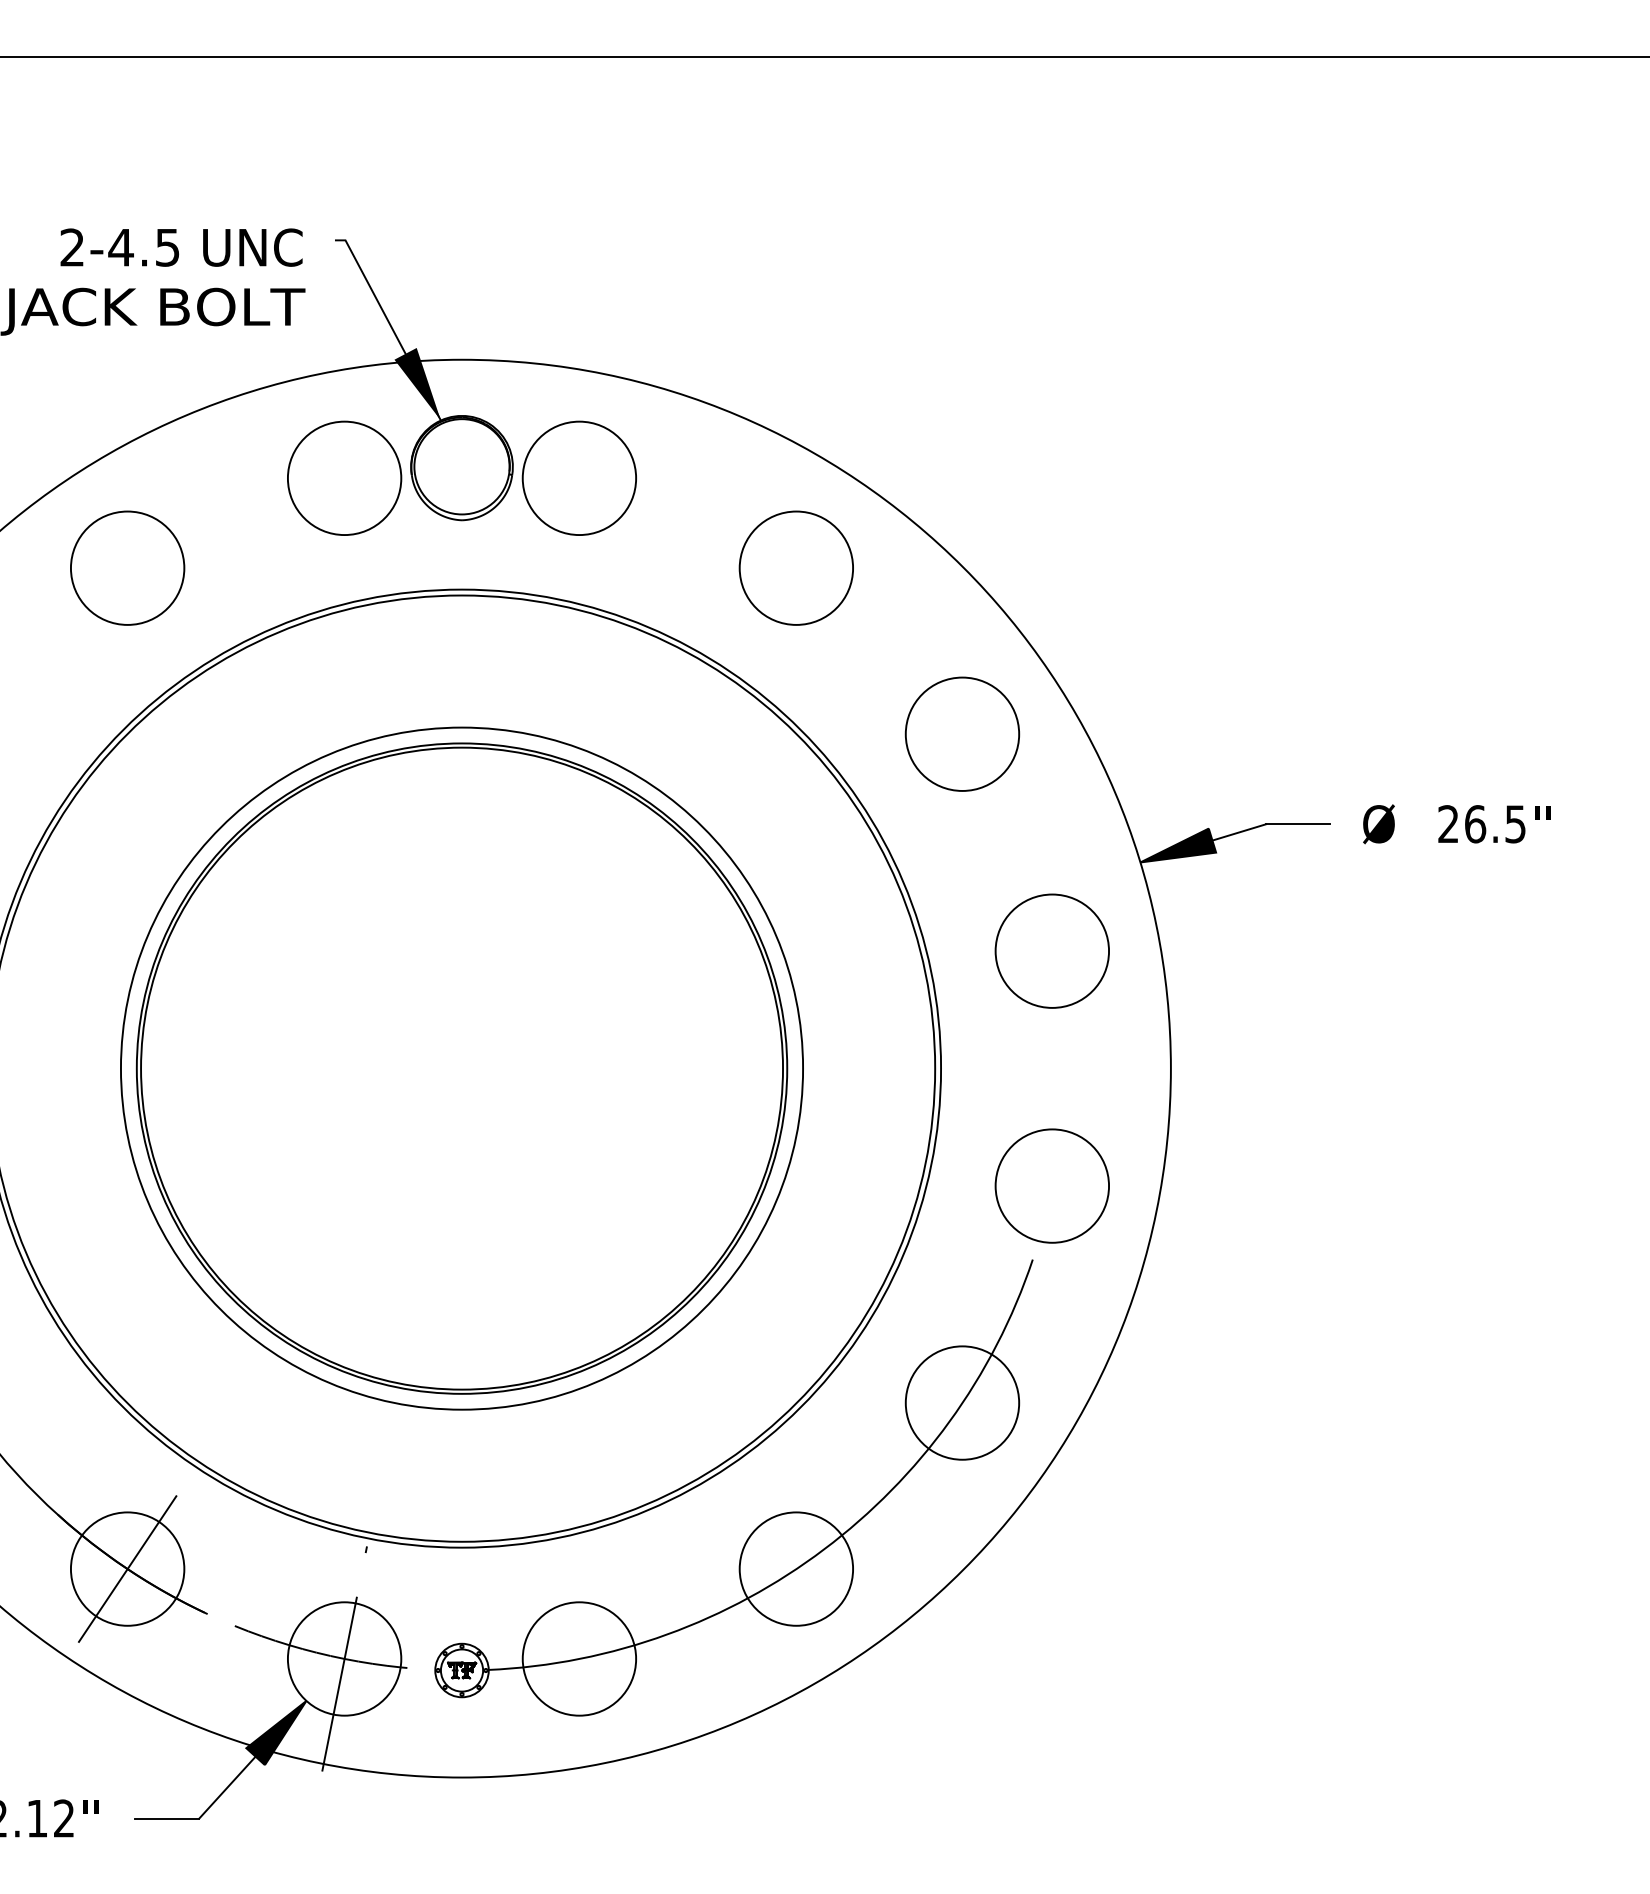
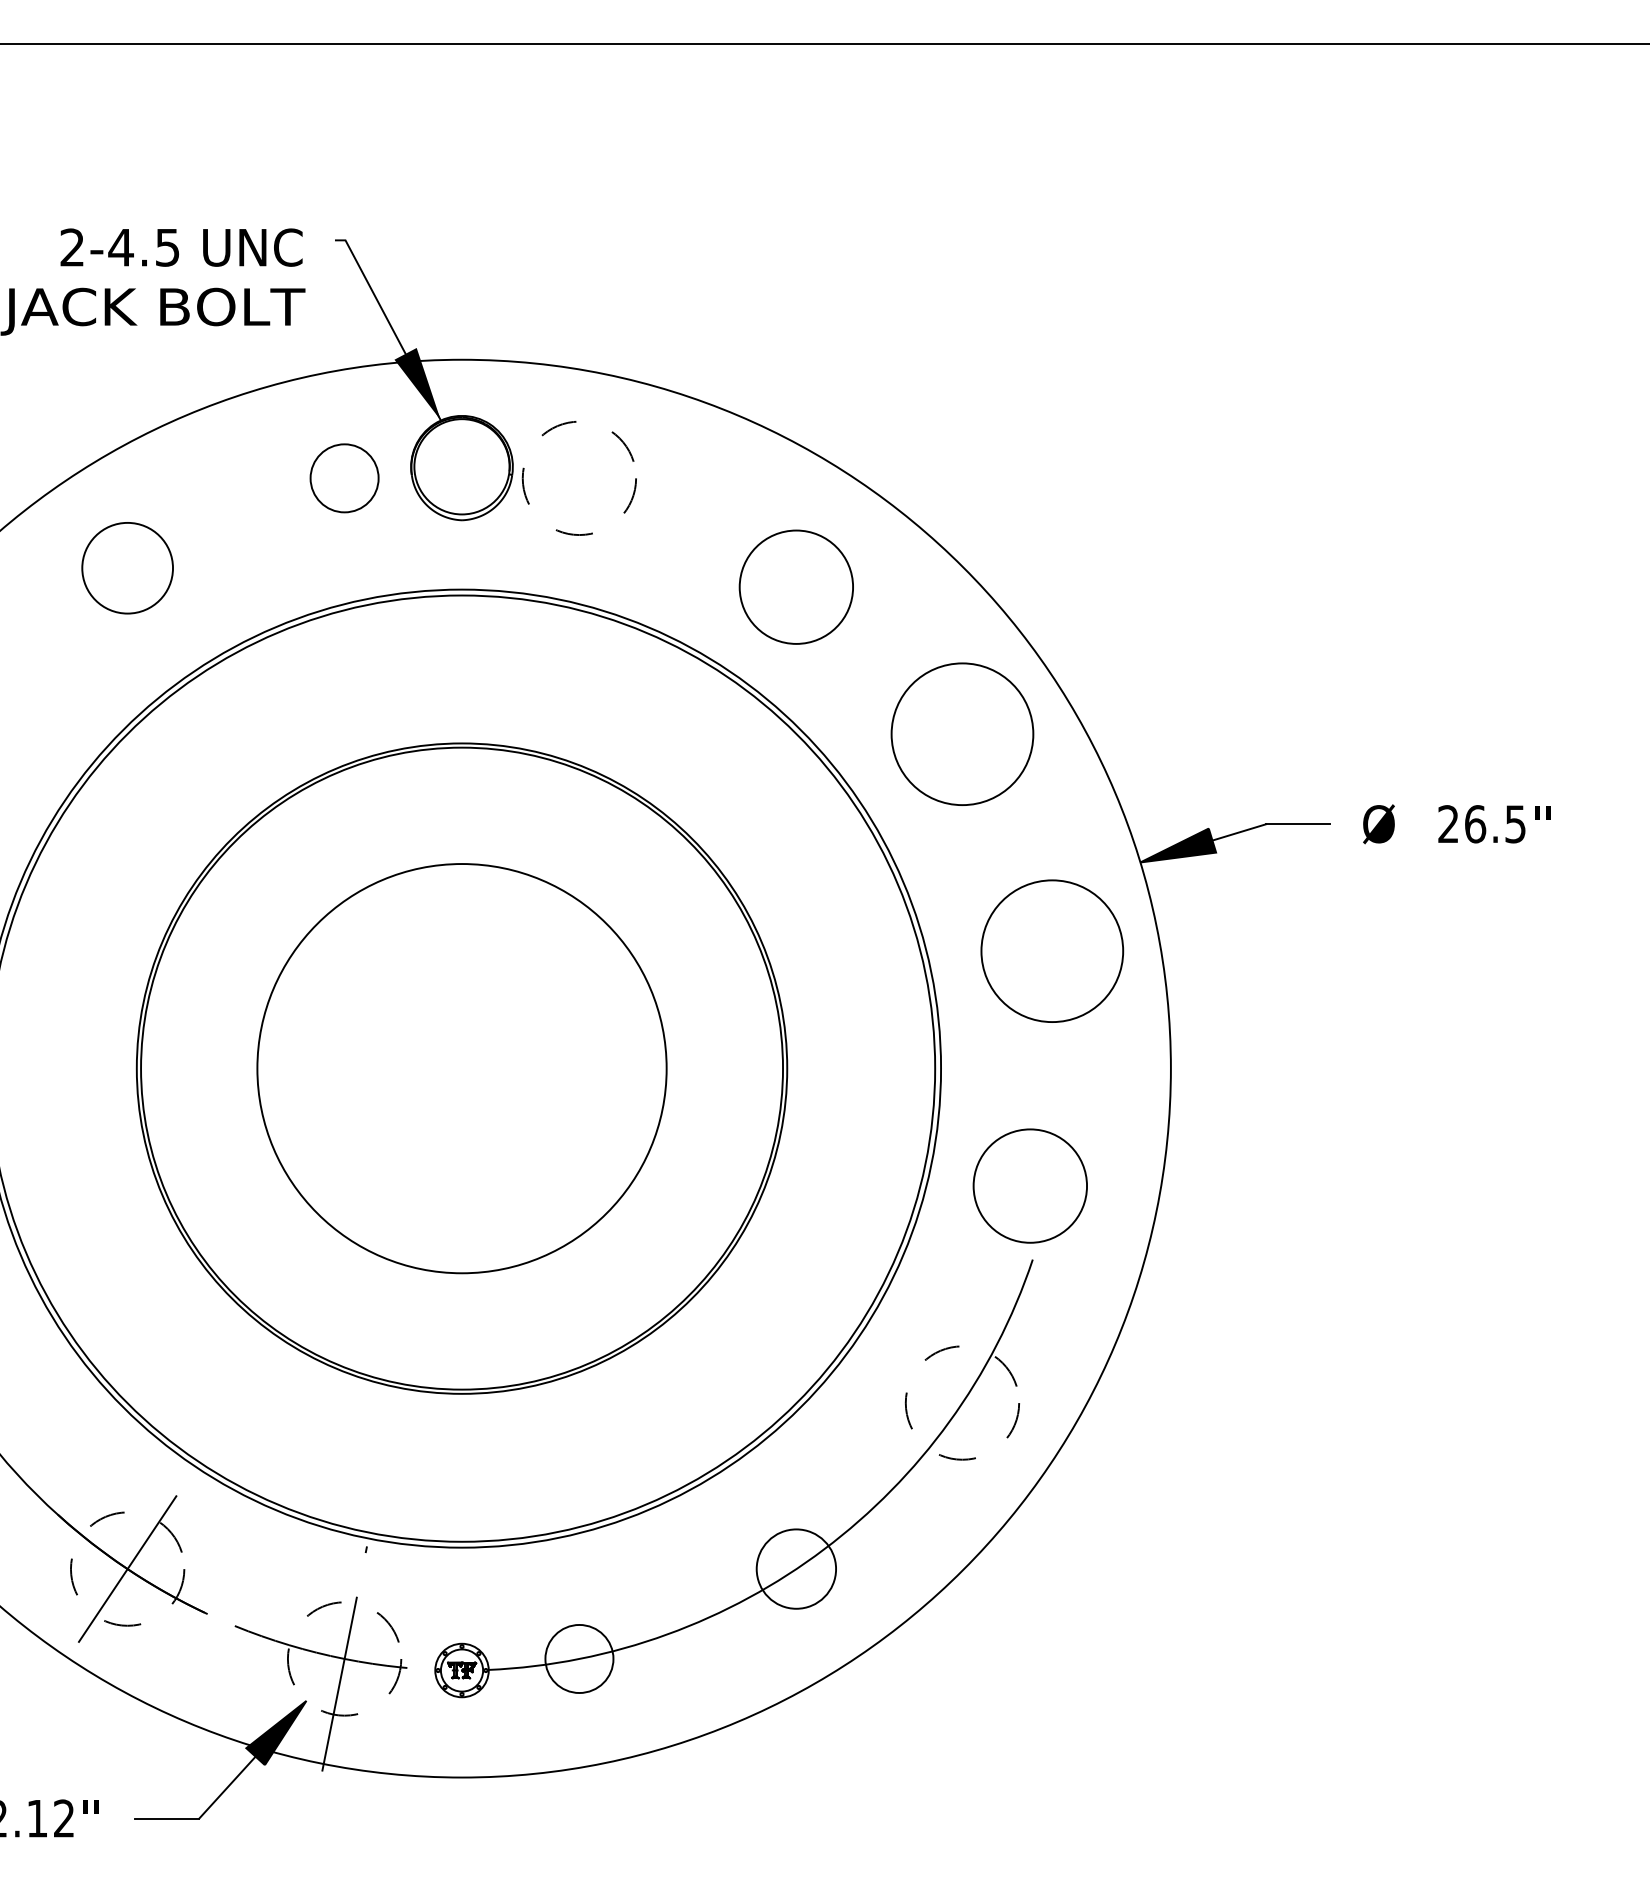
line at (824, 56) position: (824, 56) -> (824, 43)
circle at (344, 478) diameter: 113 px -> 68 px
circle at (579, 478): solid -> dashed
circle at (127, 567) diameter: 113 px -> 91 px
circle at (795, 567) position: (795, 567) -> (795, 586)
circle at (962, 733) diameter: 113 px -> 142 px
circle at (1052, 950) diameter: 113 px -> 142 px
circle at (461, 1068) diameter: 682 px -> 409 px
circle at (1051, 1185) position: (1051, 1185) -> (1029, 1185)
circle at (962, 1402): solid -> dashed
circle at (127, 1568): solid -> dashed
circle at (796, 1568) diameter: 113 px -> 79 px
circle at (344, 1658): solid -> dashed
circle at (579, 1658) diameter: 113 px -> 68 px
